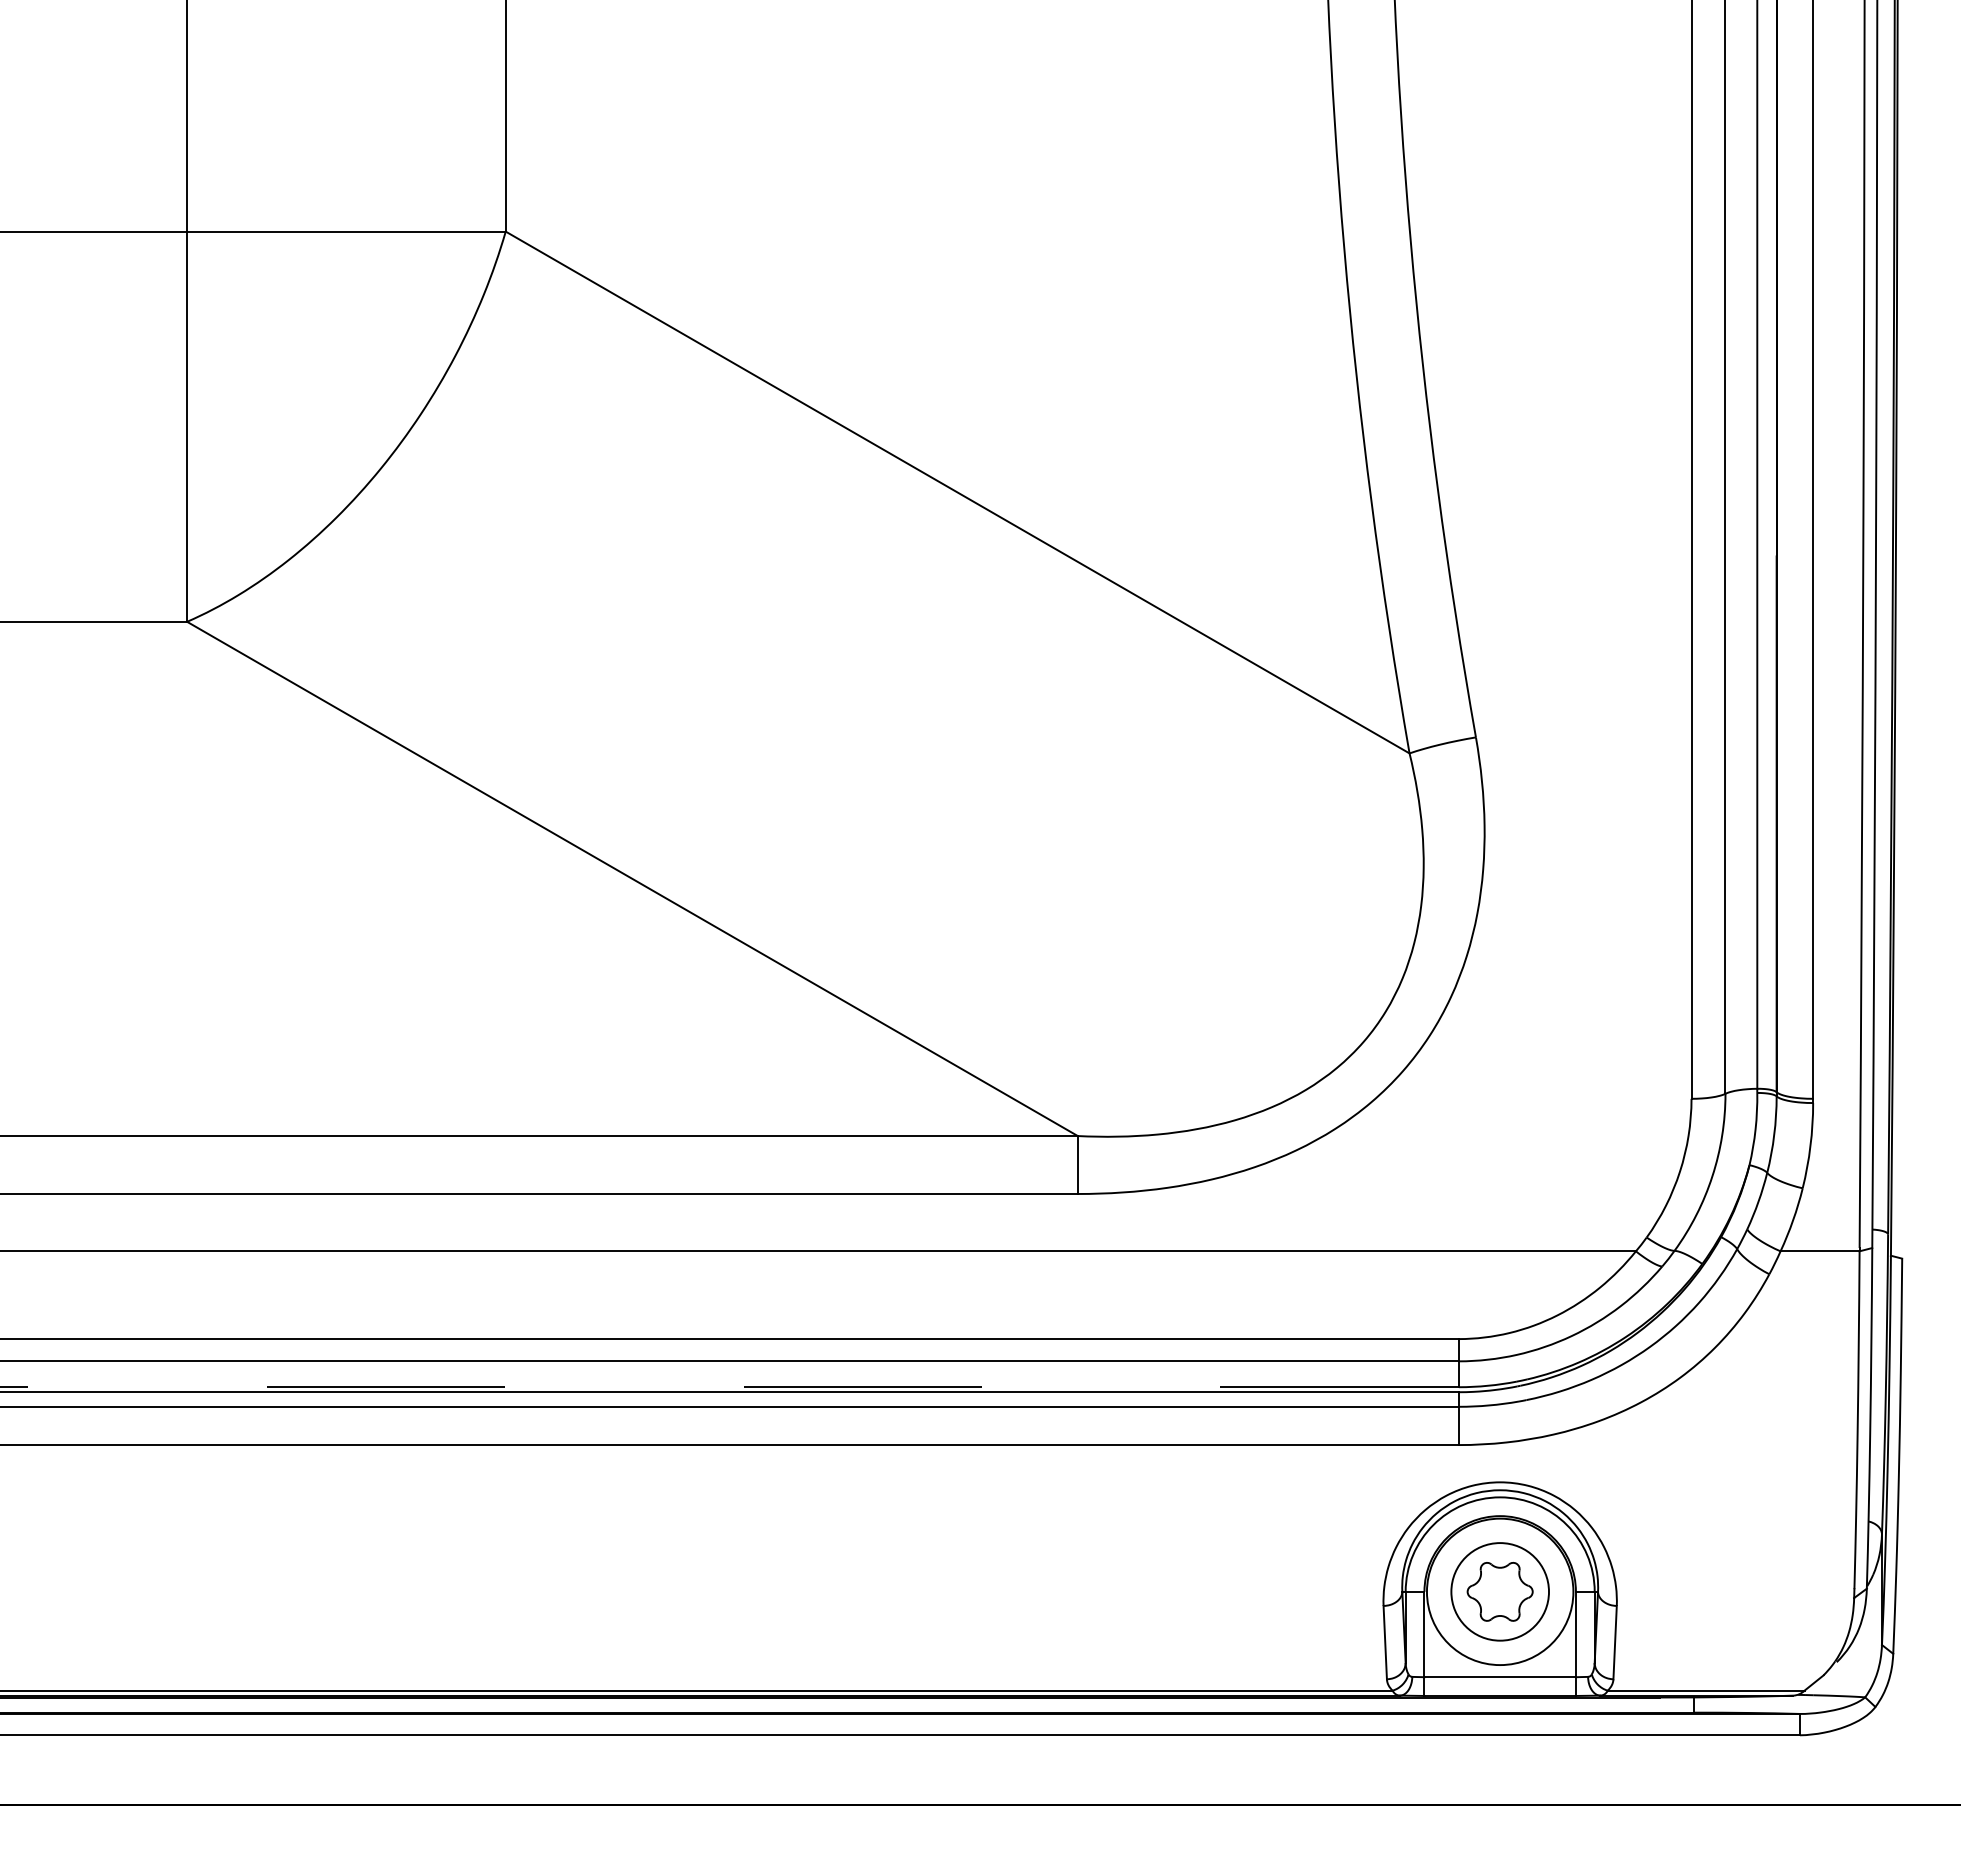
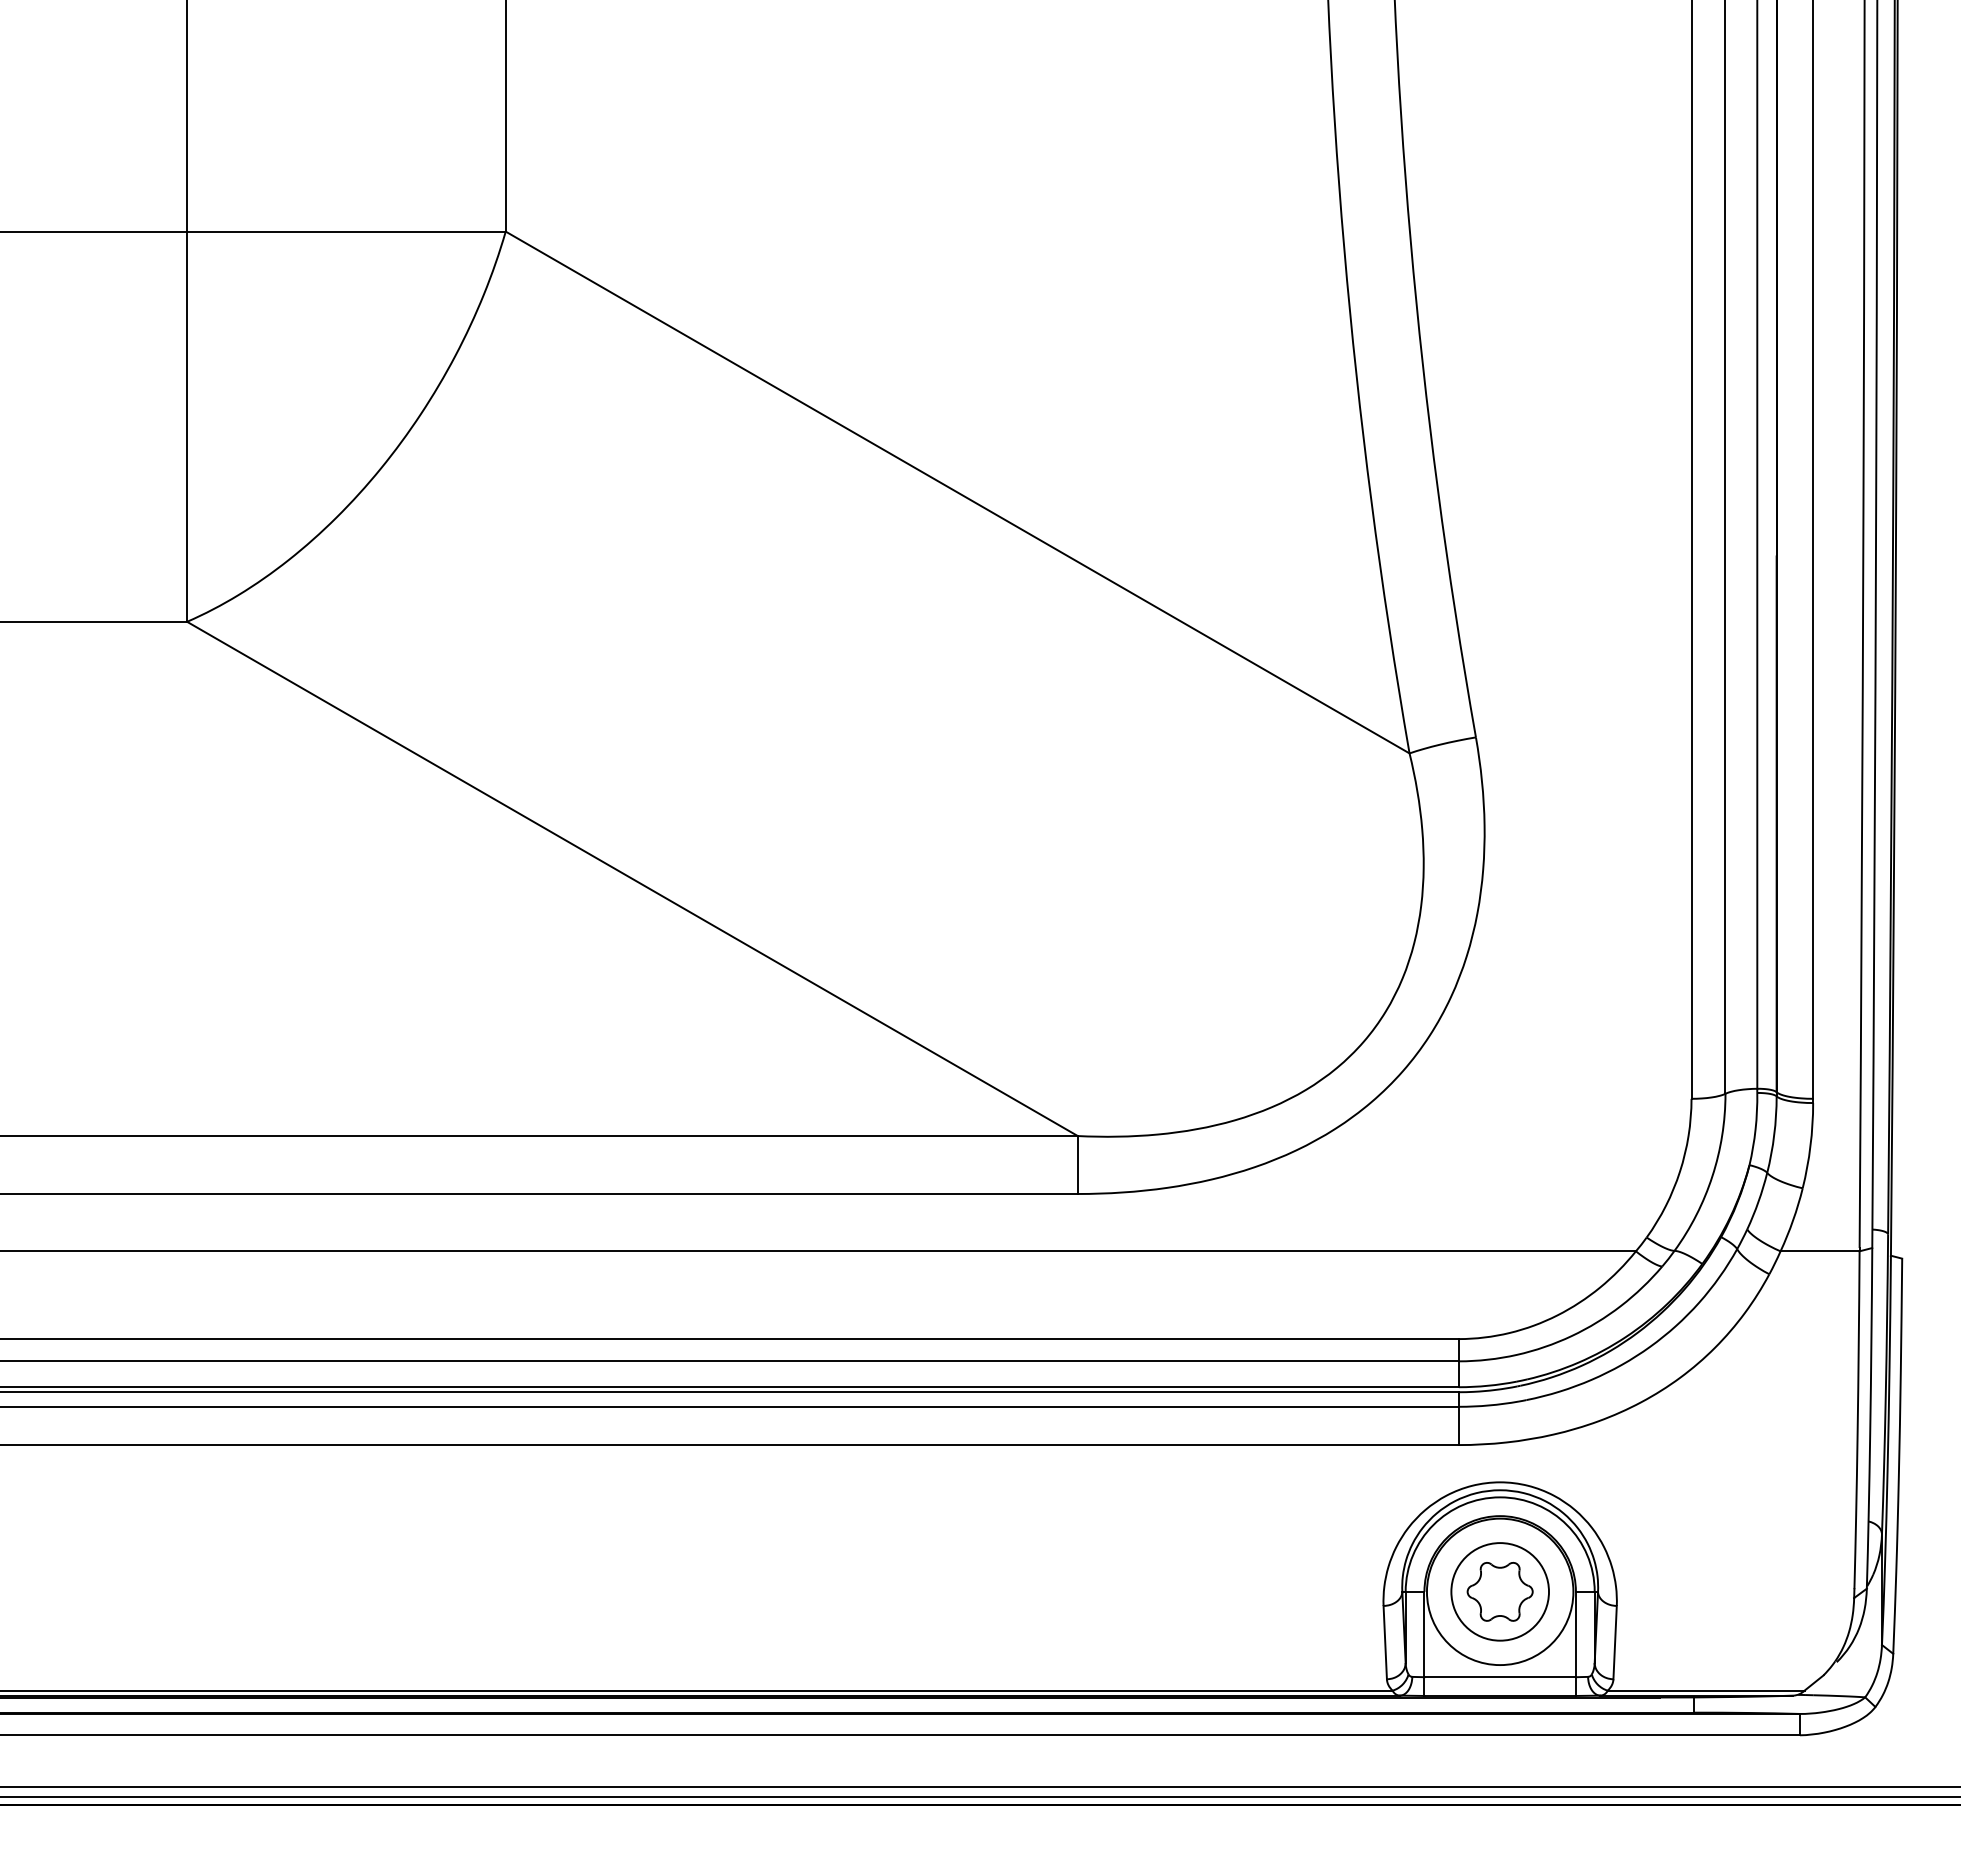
line at (729, 1387): dashed -> solid
line at (979, 1786): none -> present
line at (979, 1797): none -> present
